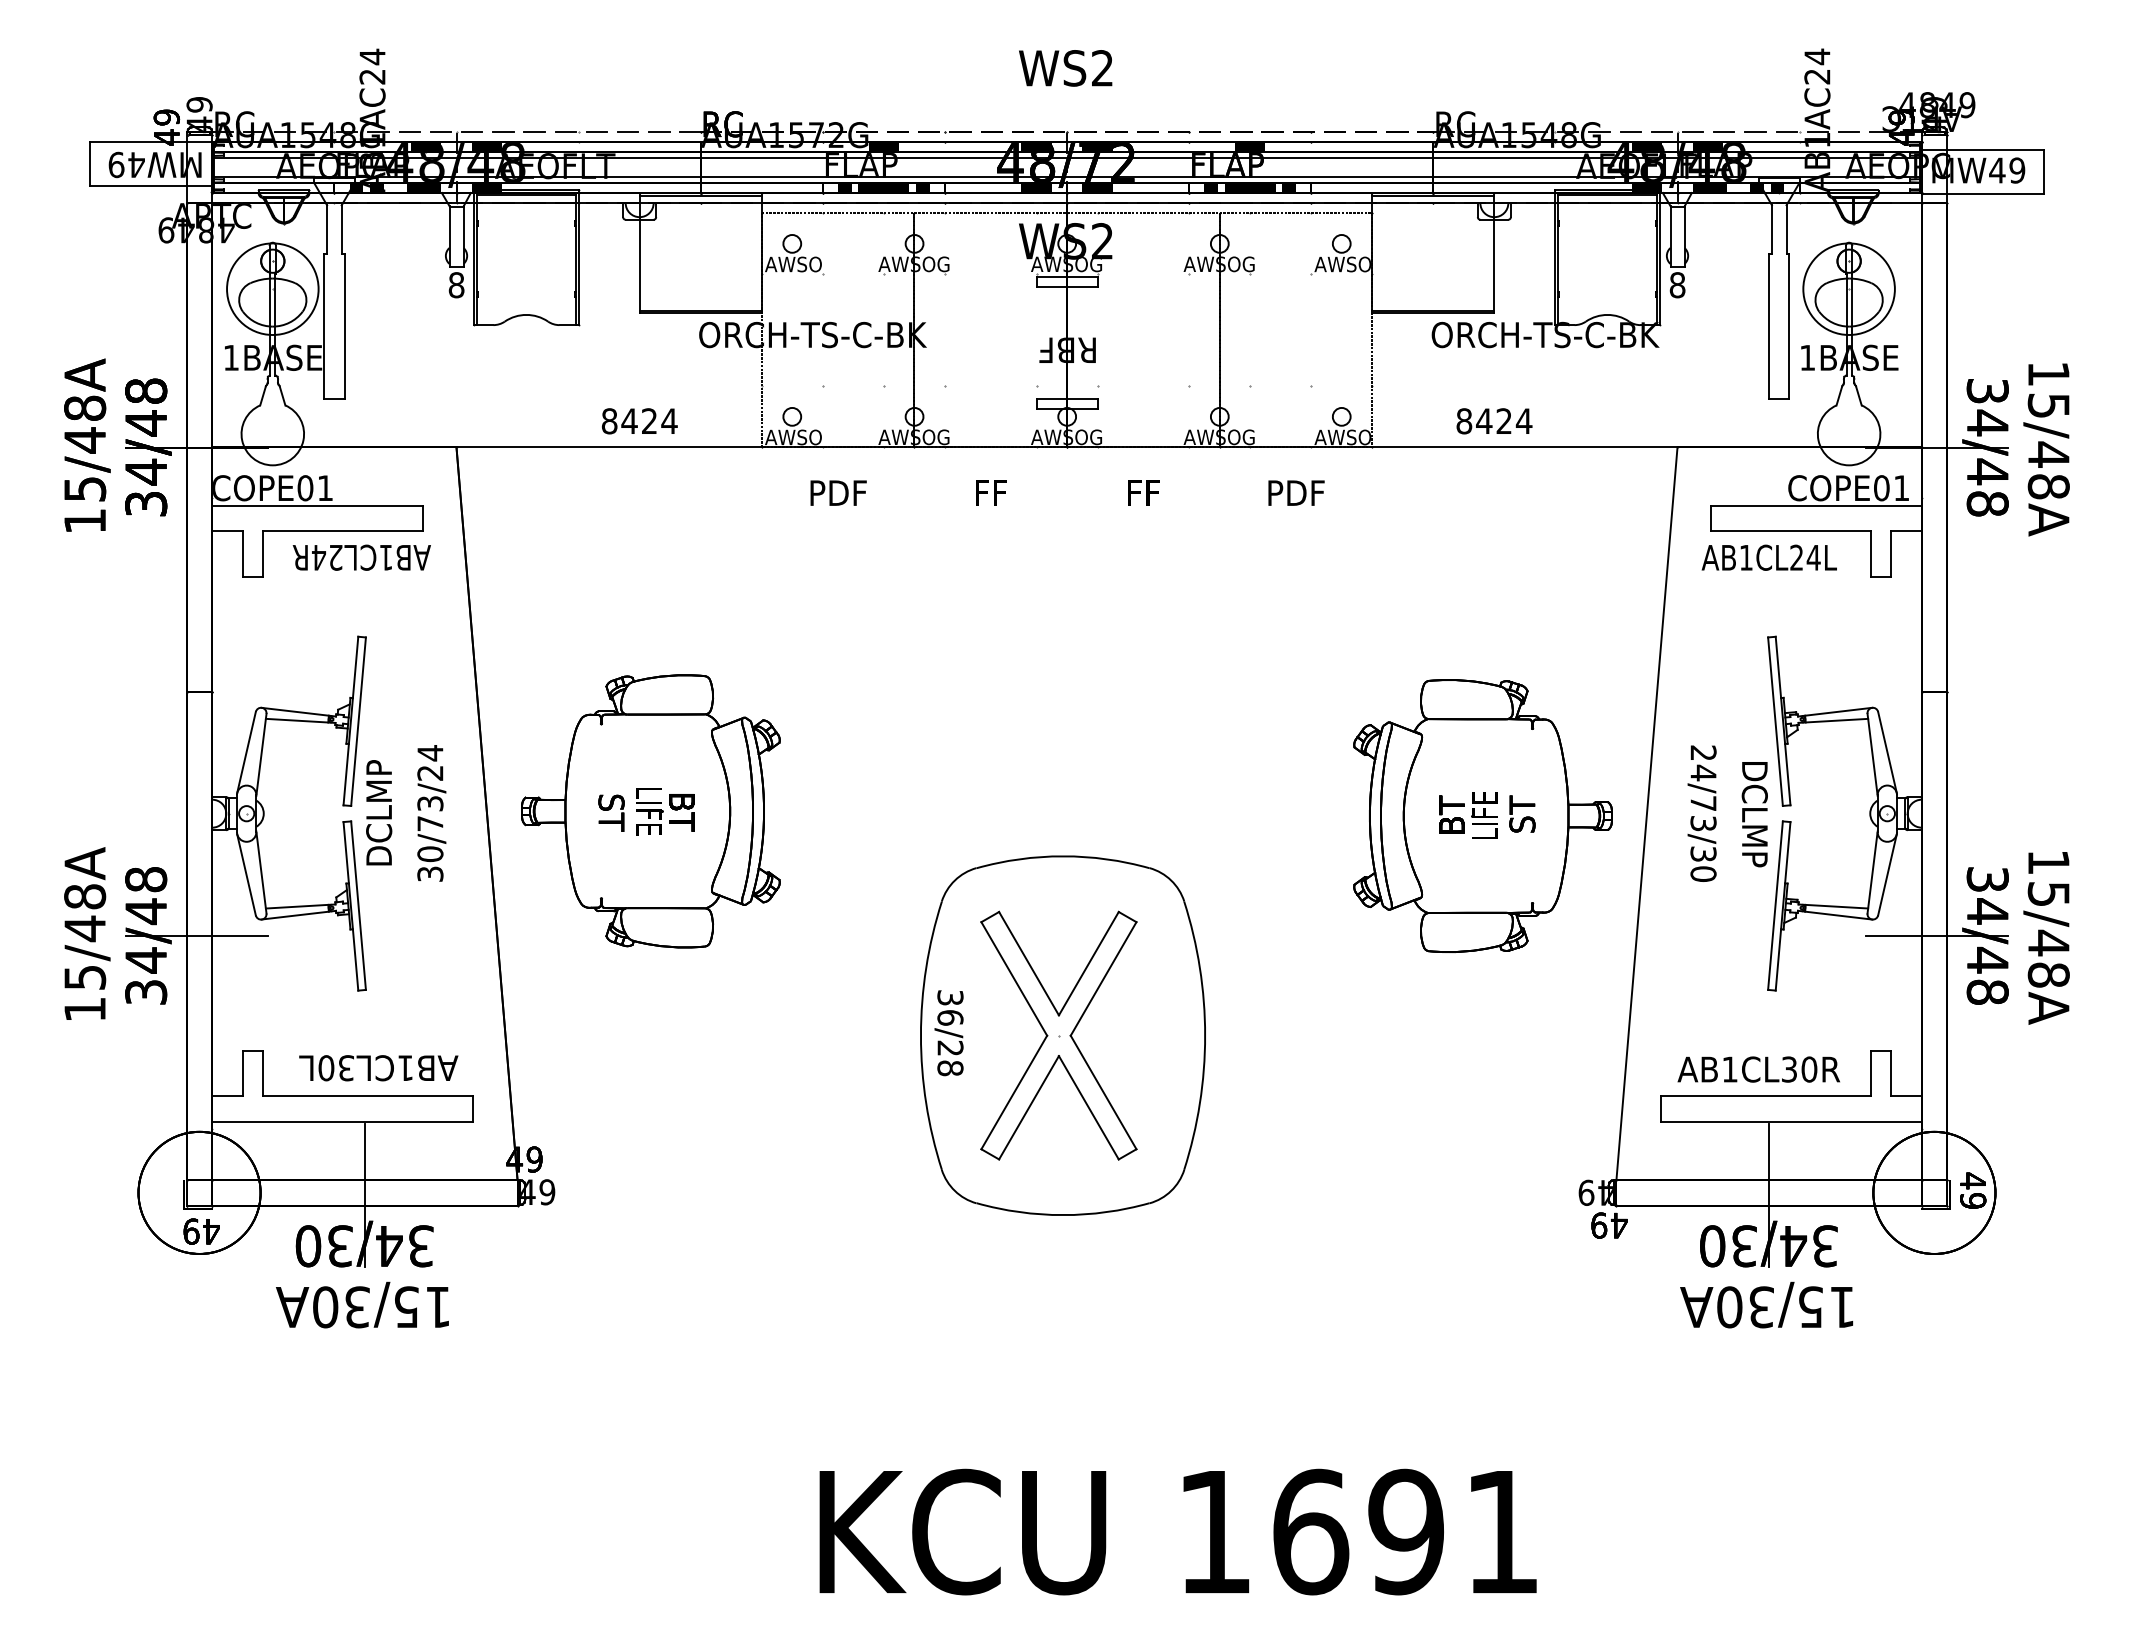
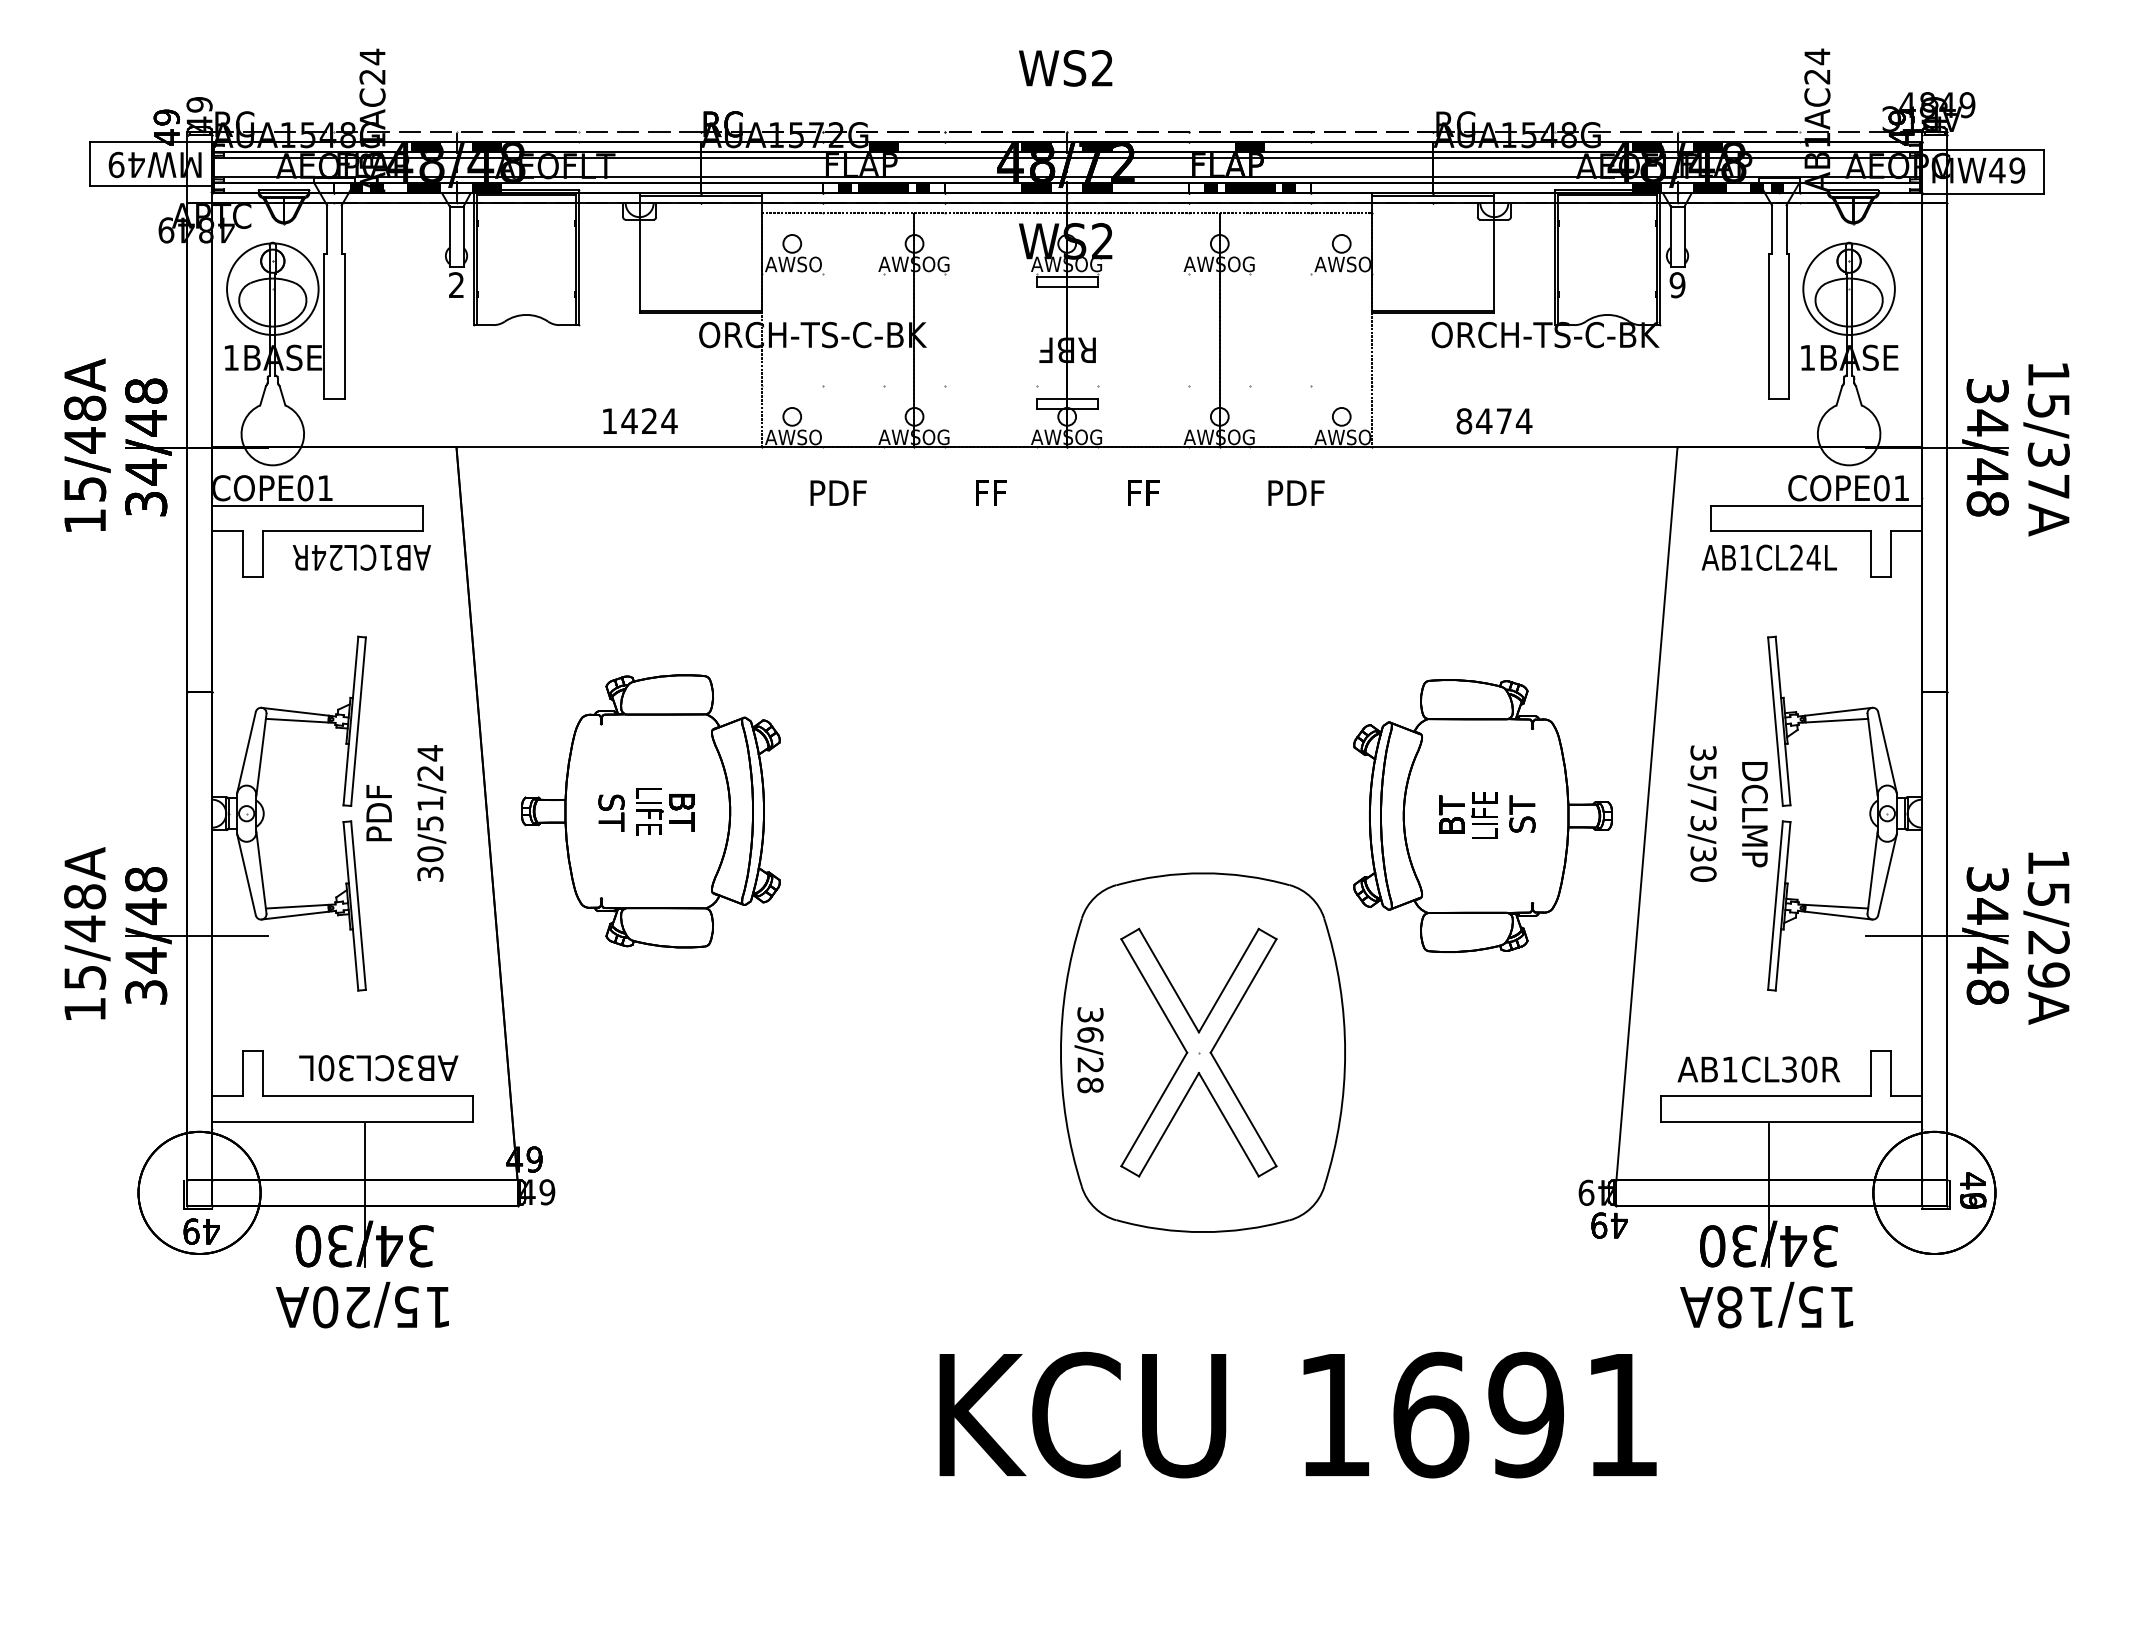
text at (456, 285): 8 -> 2
text at (1677, 285): 8 -> 9
text at (1503, 420): 8424 -> 8474
text at (609, 421): 8424 -> 1424
text at (2048, 470): 15/48A -> 15/37A
text at (1703, 763): 24/73/30 -> 35/73/30
text at (379, 812): DCLMP -> PDF
text at (430, 813): 30/73/24 -> 30/51/24
text at (2048, 958): 15/48A -> 15/29A
part at (1062, 1035) position: (1062, 1035) -> (1202, 1052)
text at (405, 1068): AB1CL30L -> AB3CL30L
text at (1973, 1200): 49 -> 46
text at (357, 1307): 15/30A -> 15/20A
text at (1745, 1307): 15/30A -> 15/18A
text at (1177, 1531) position: (1177, 1531) -> (1297, 1414)
